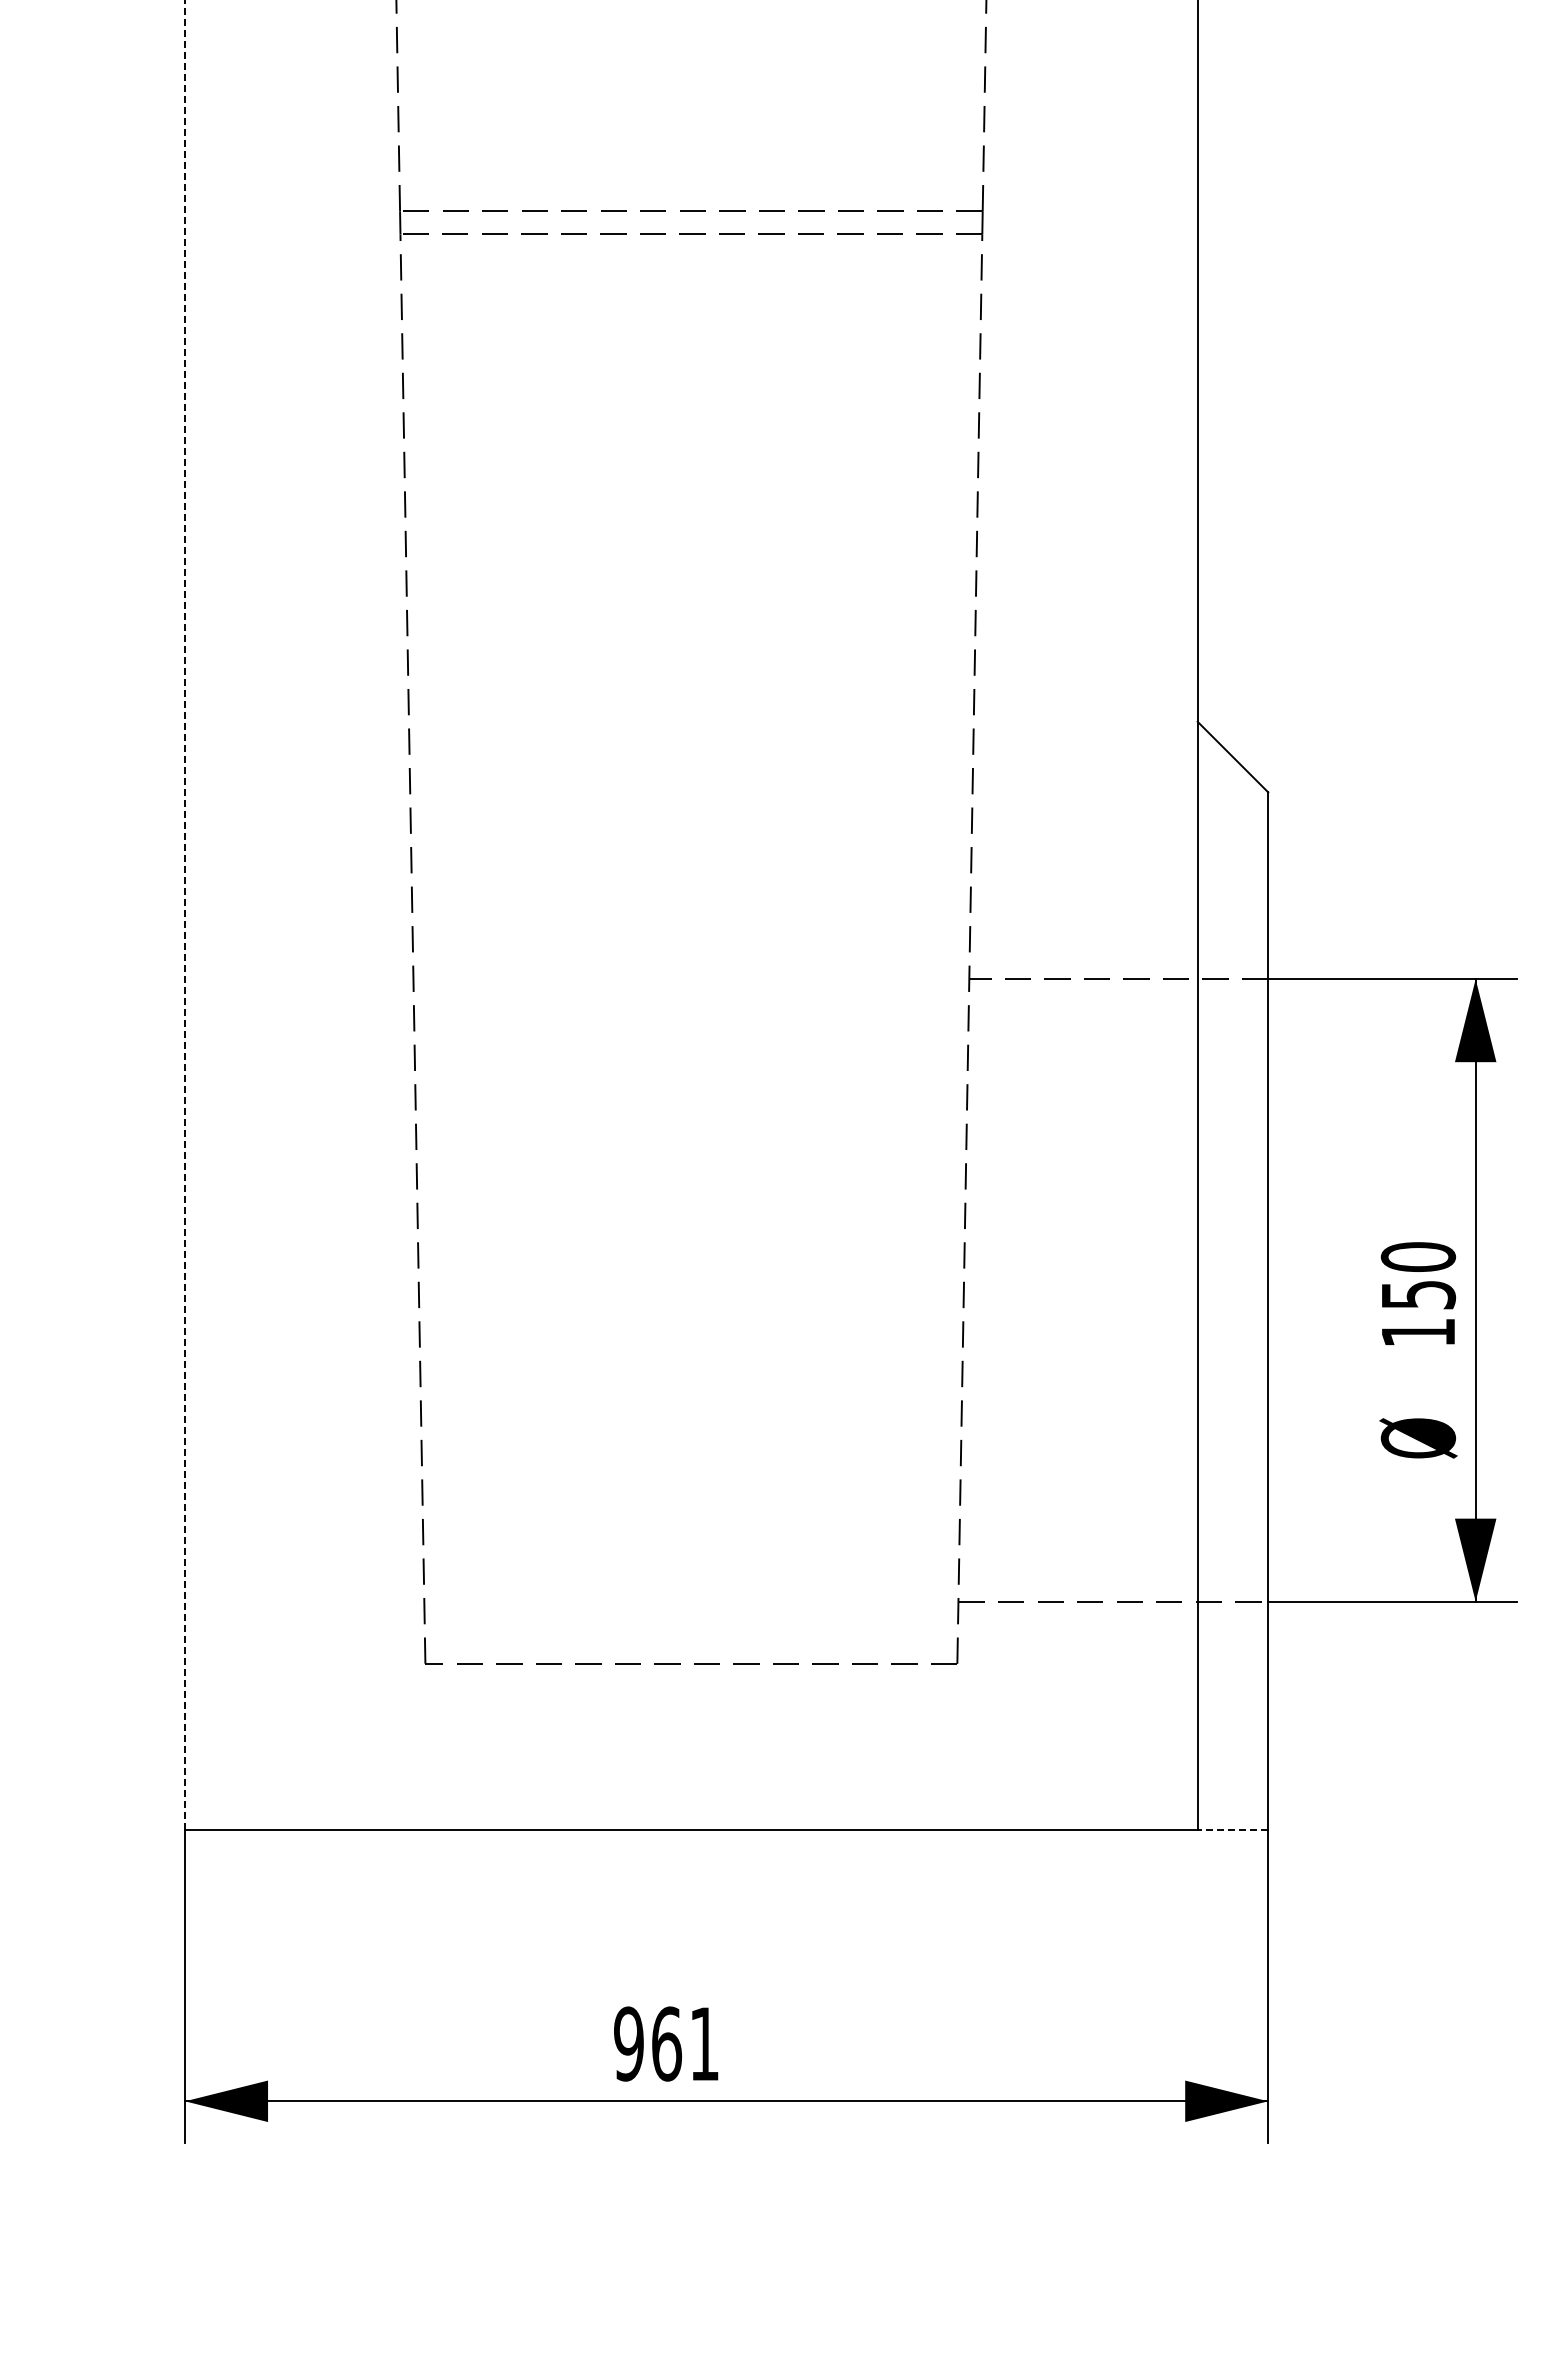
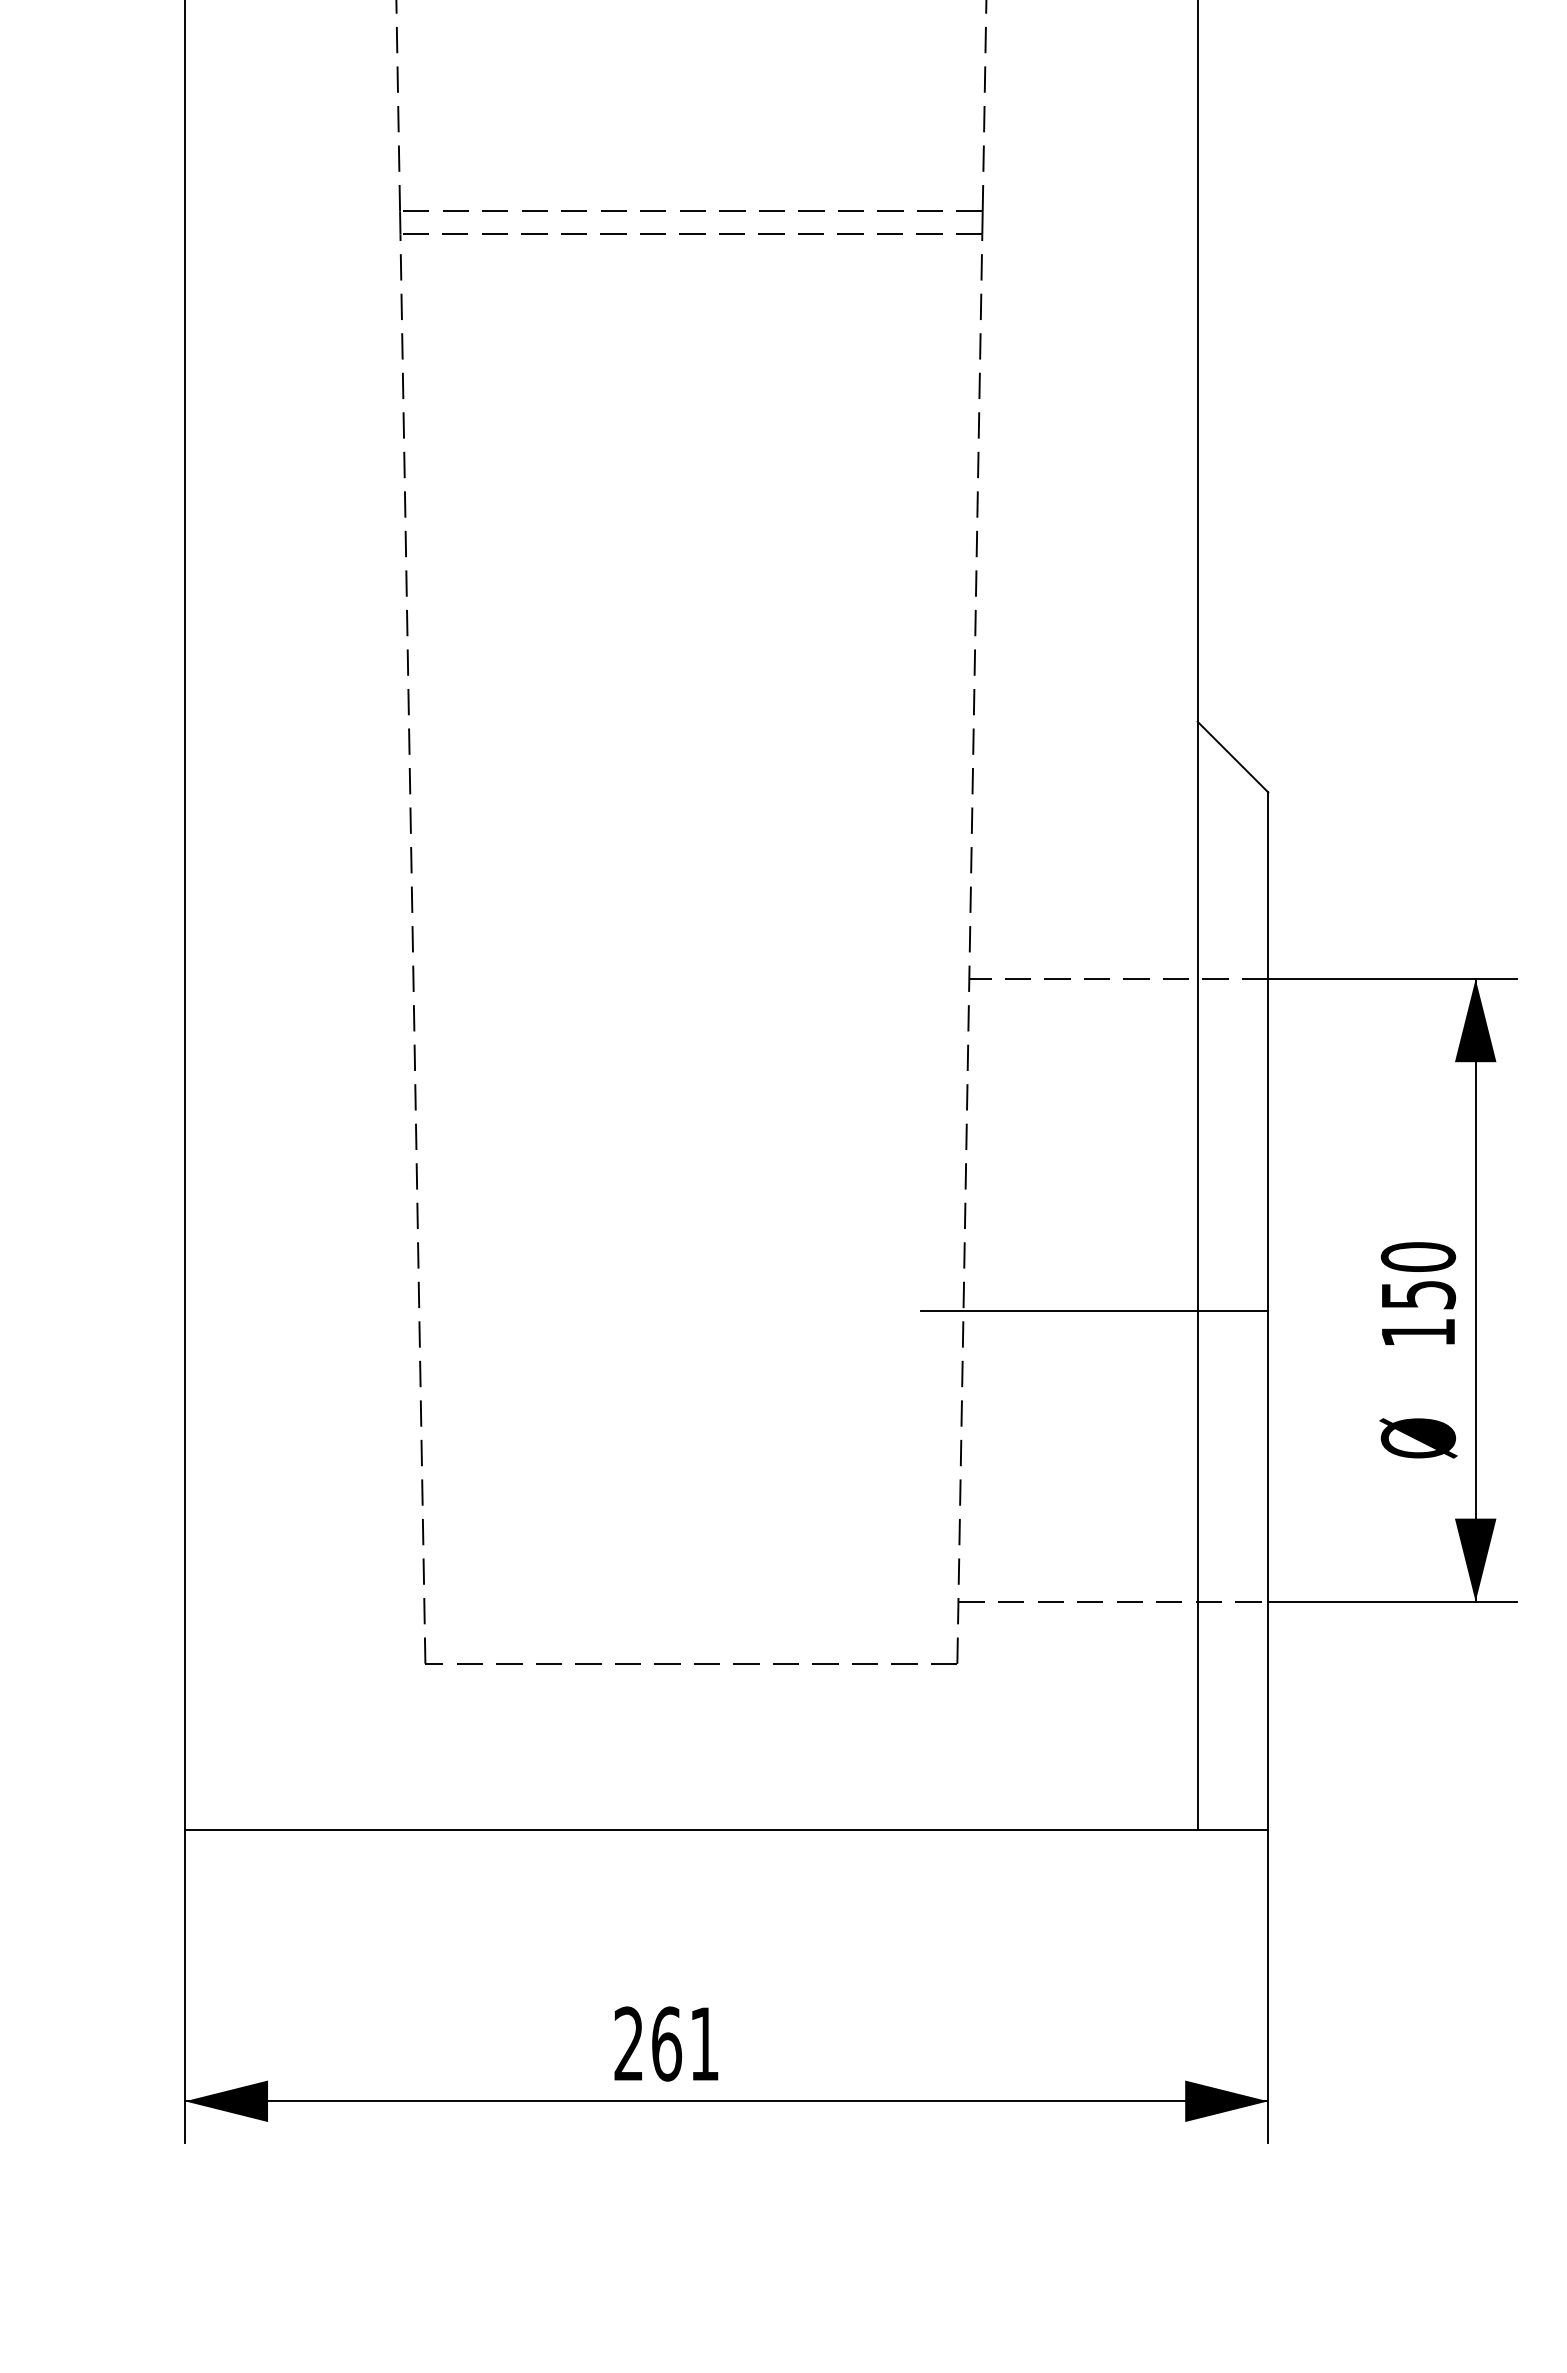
line at (185, 914): dashed -> solid
line at (1094, 1311): none -> present
line at (1232, 1829): dashed -> solid
text at (628, 2043): 961 -> 261
